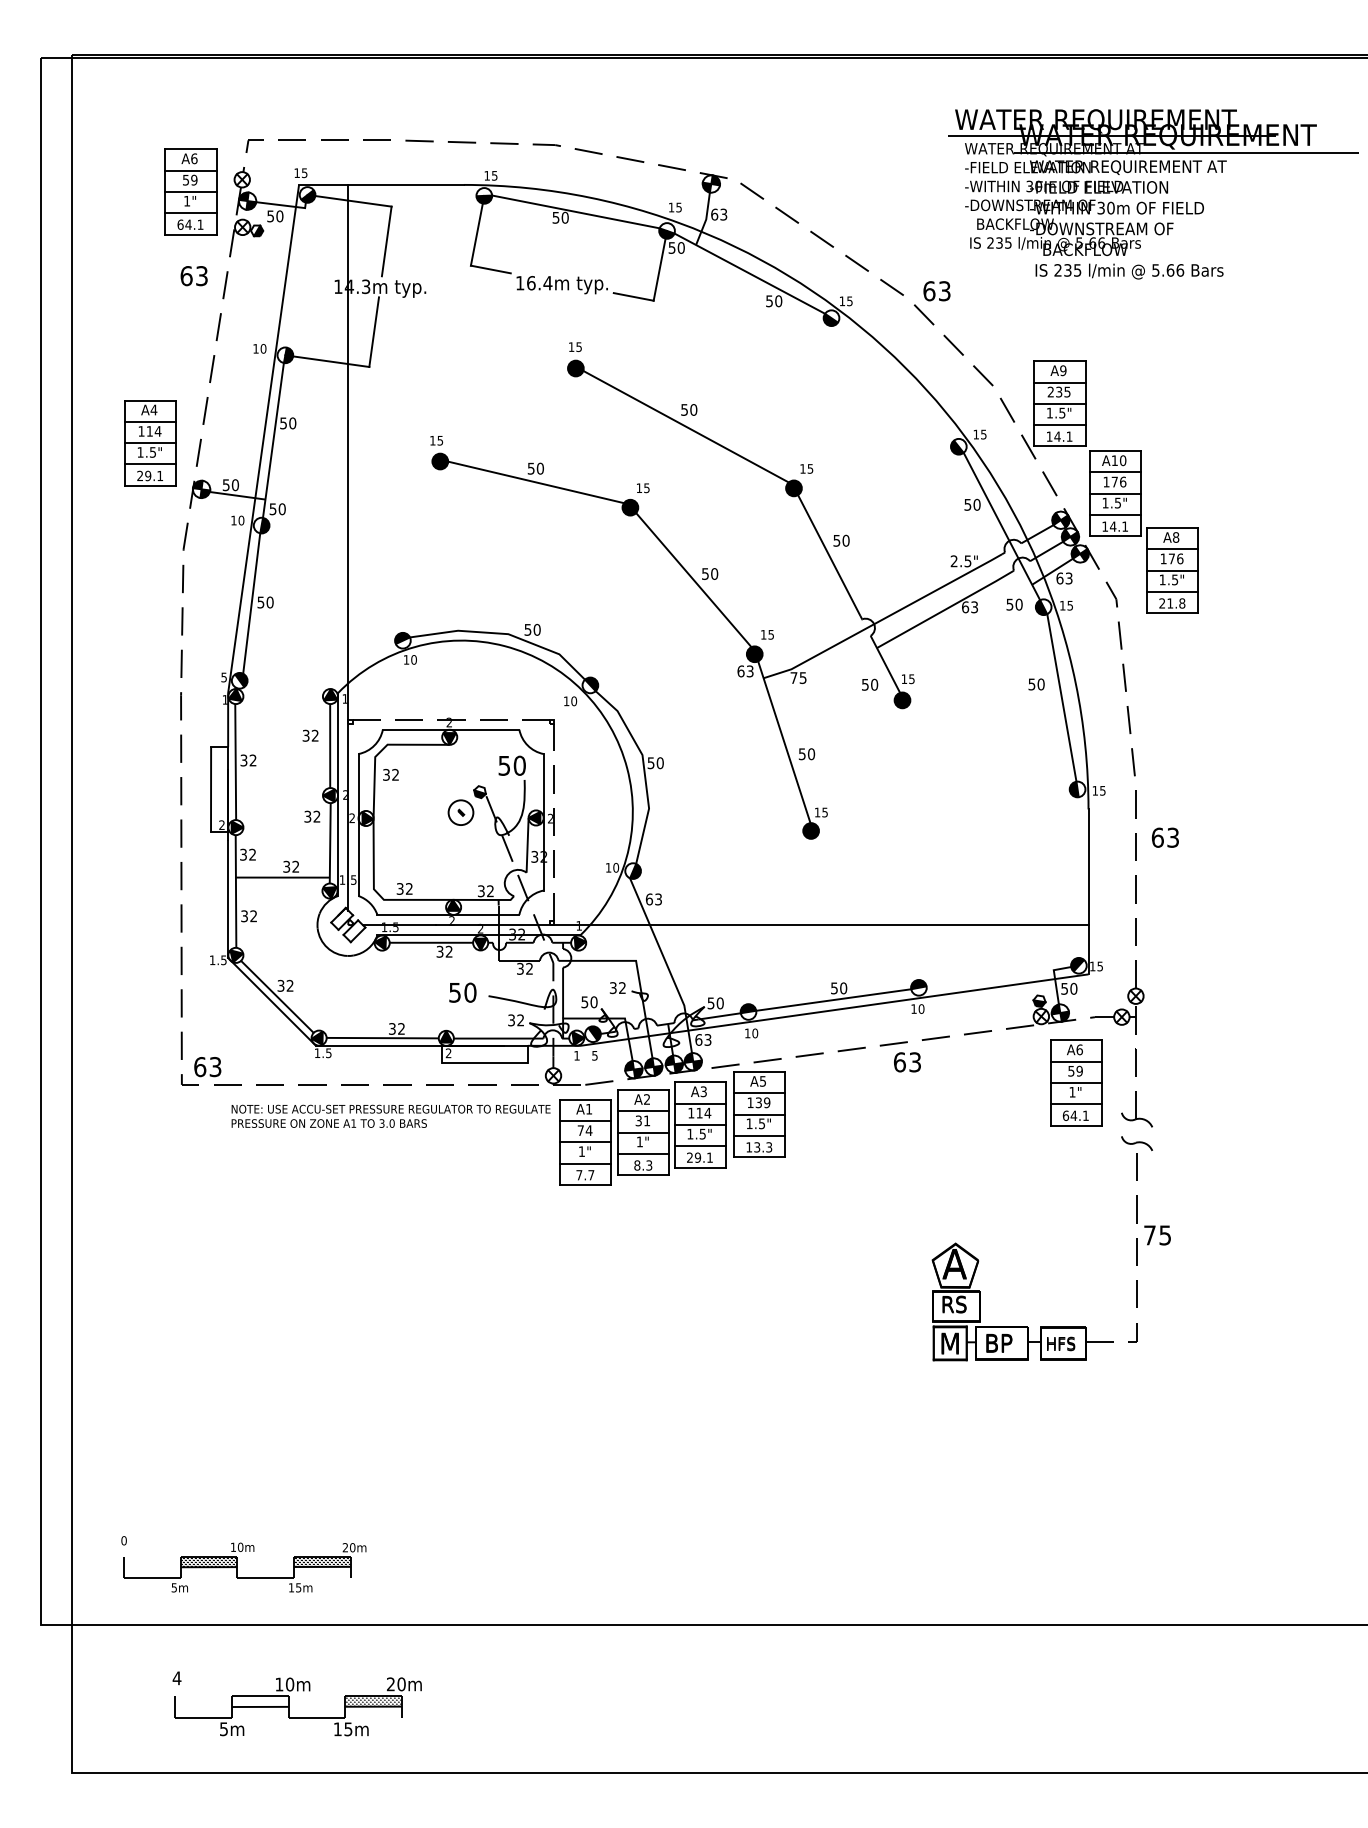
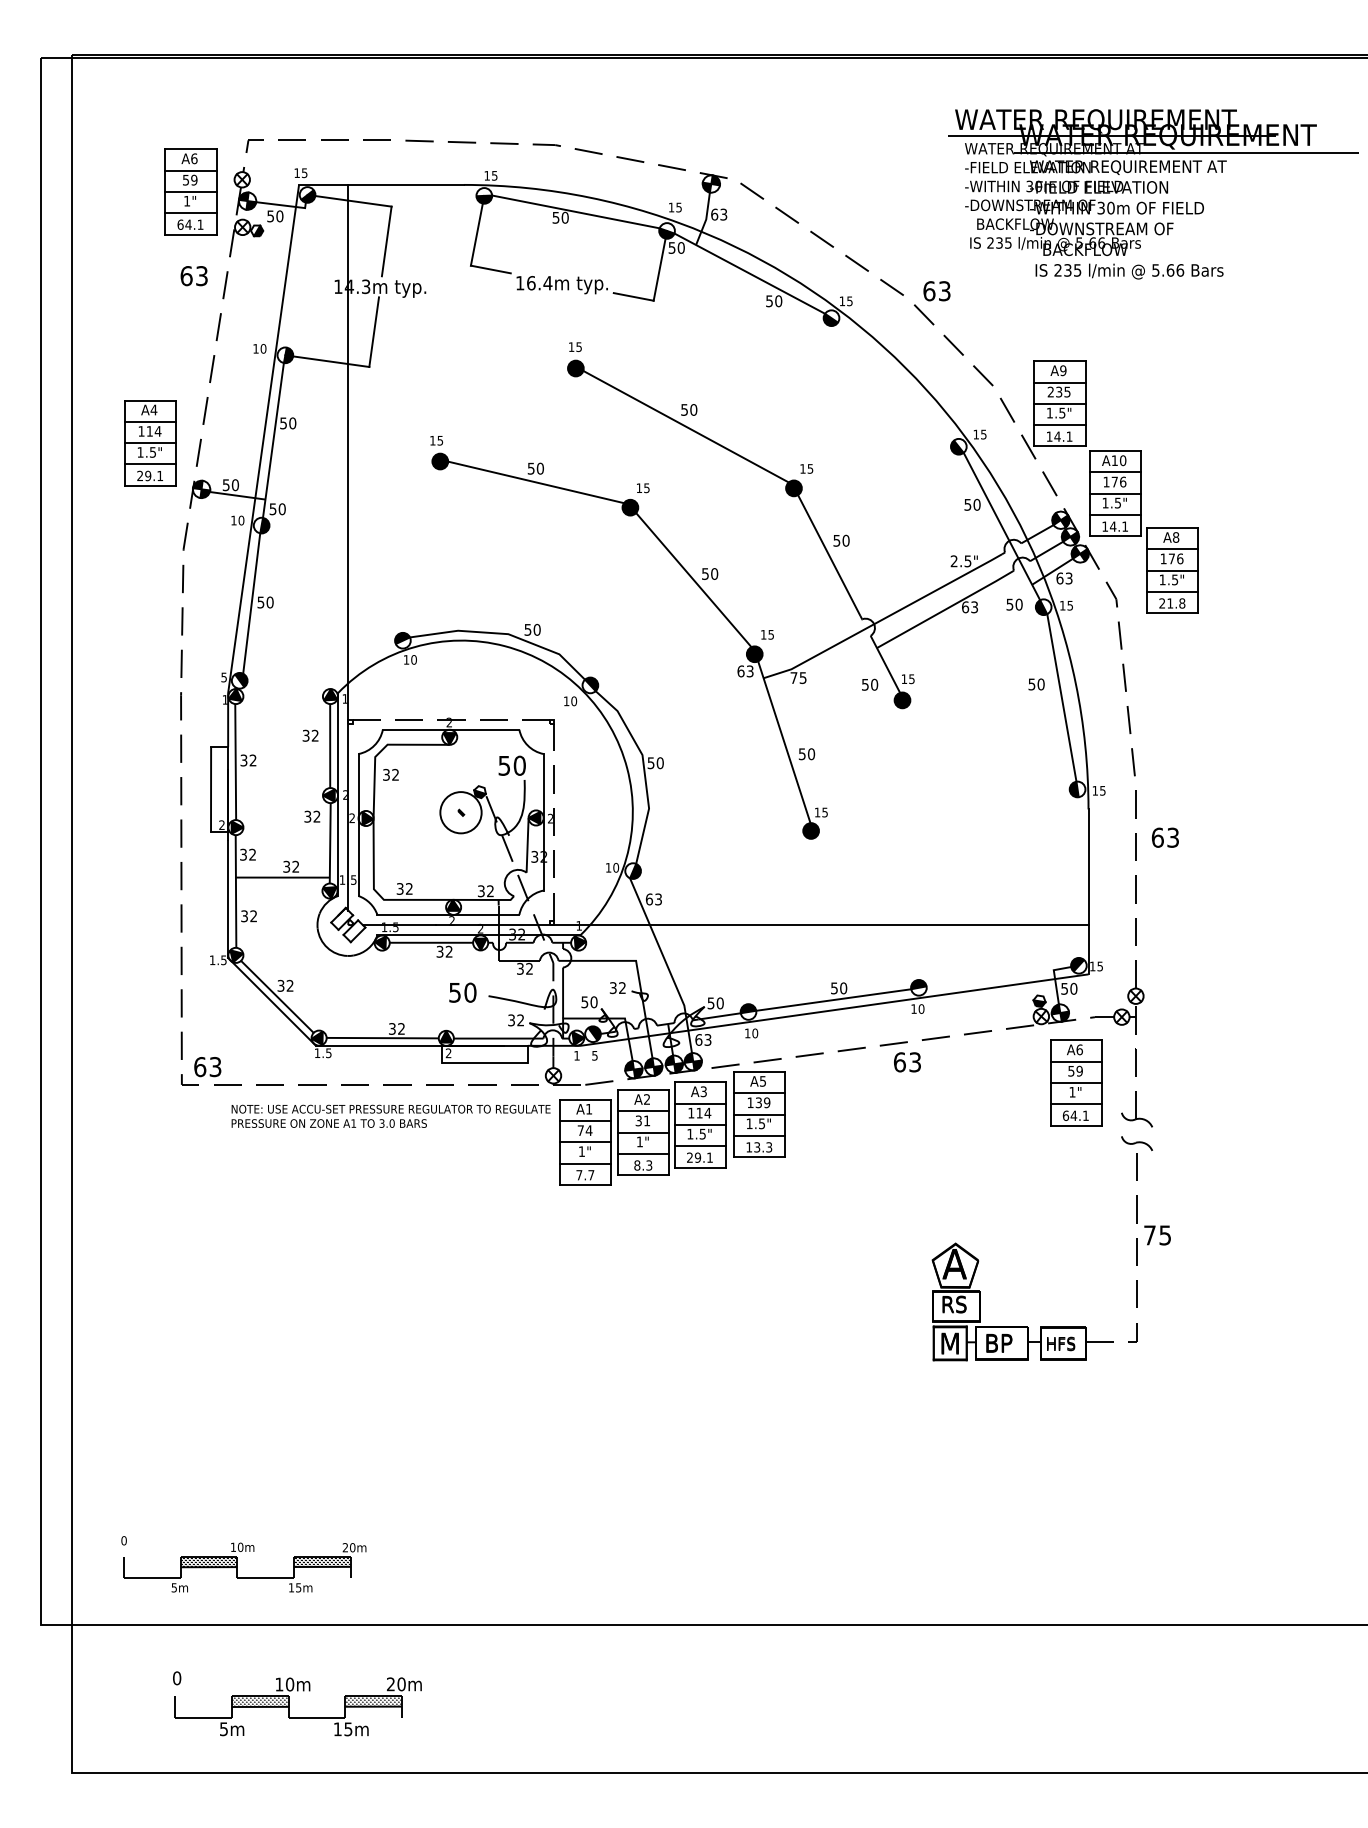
circle at (460, 812) diameter: 25 px -> 41 px
text at (176, 1678): 4 -> 0
hatch at (260, 1701): none -> present
